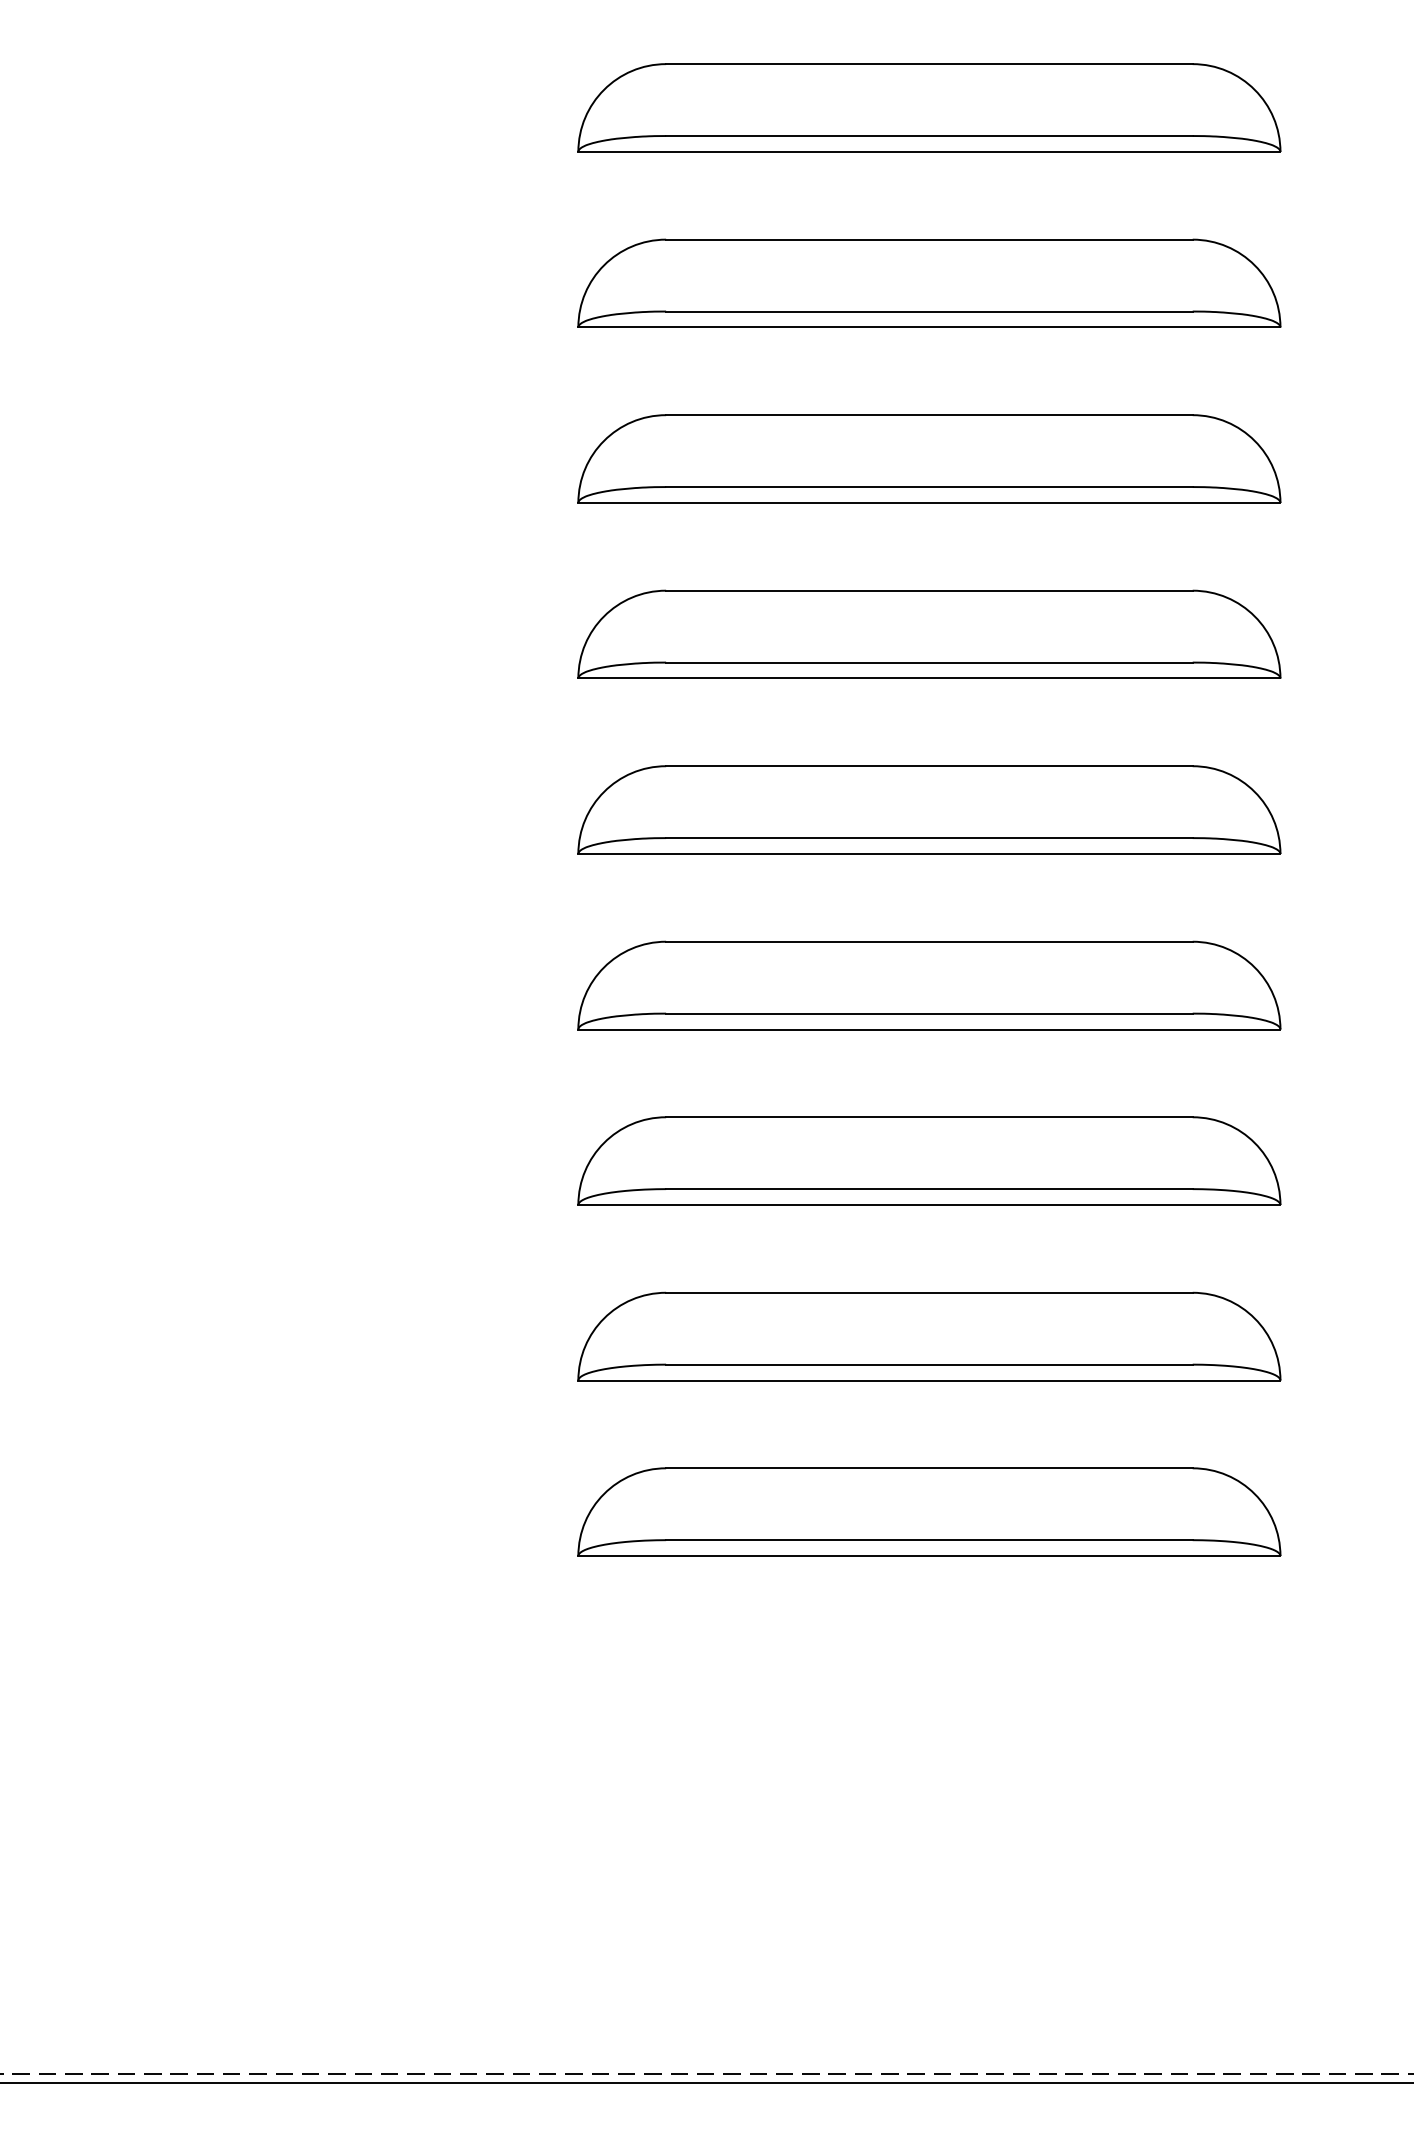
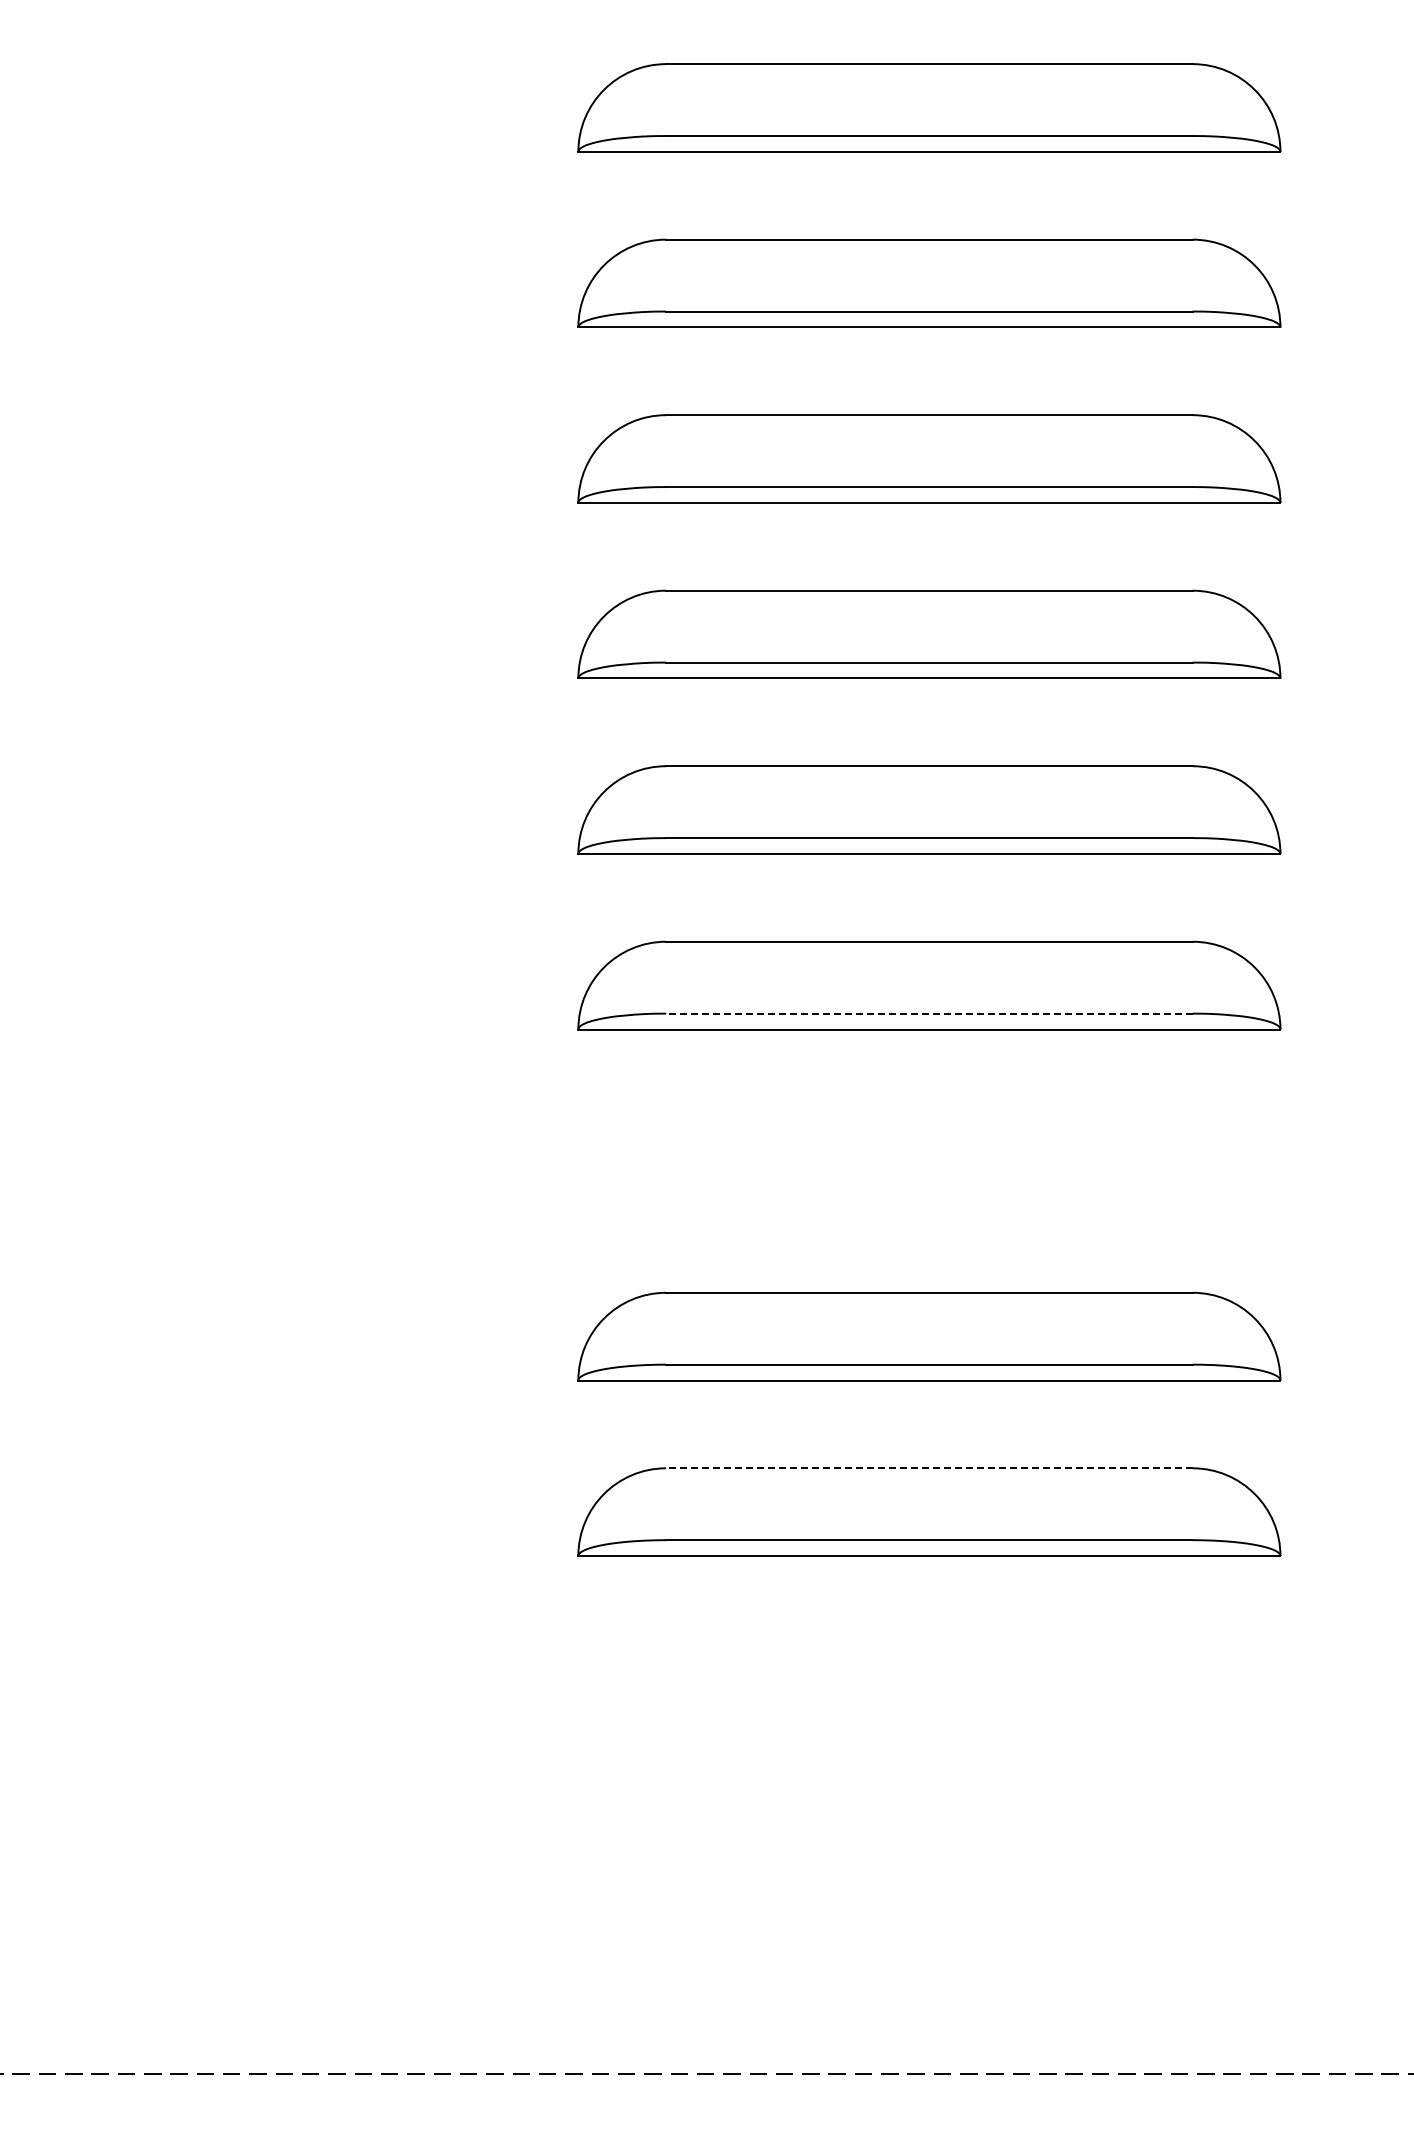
line at (928, 1013): solid -> dashed
part at (929, 1160): present -> none
line at (928, 1468): solid -> dashed
line at (706, 2082): present -> none
